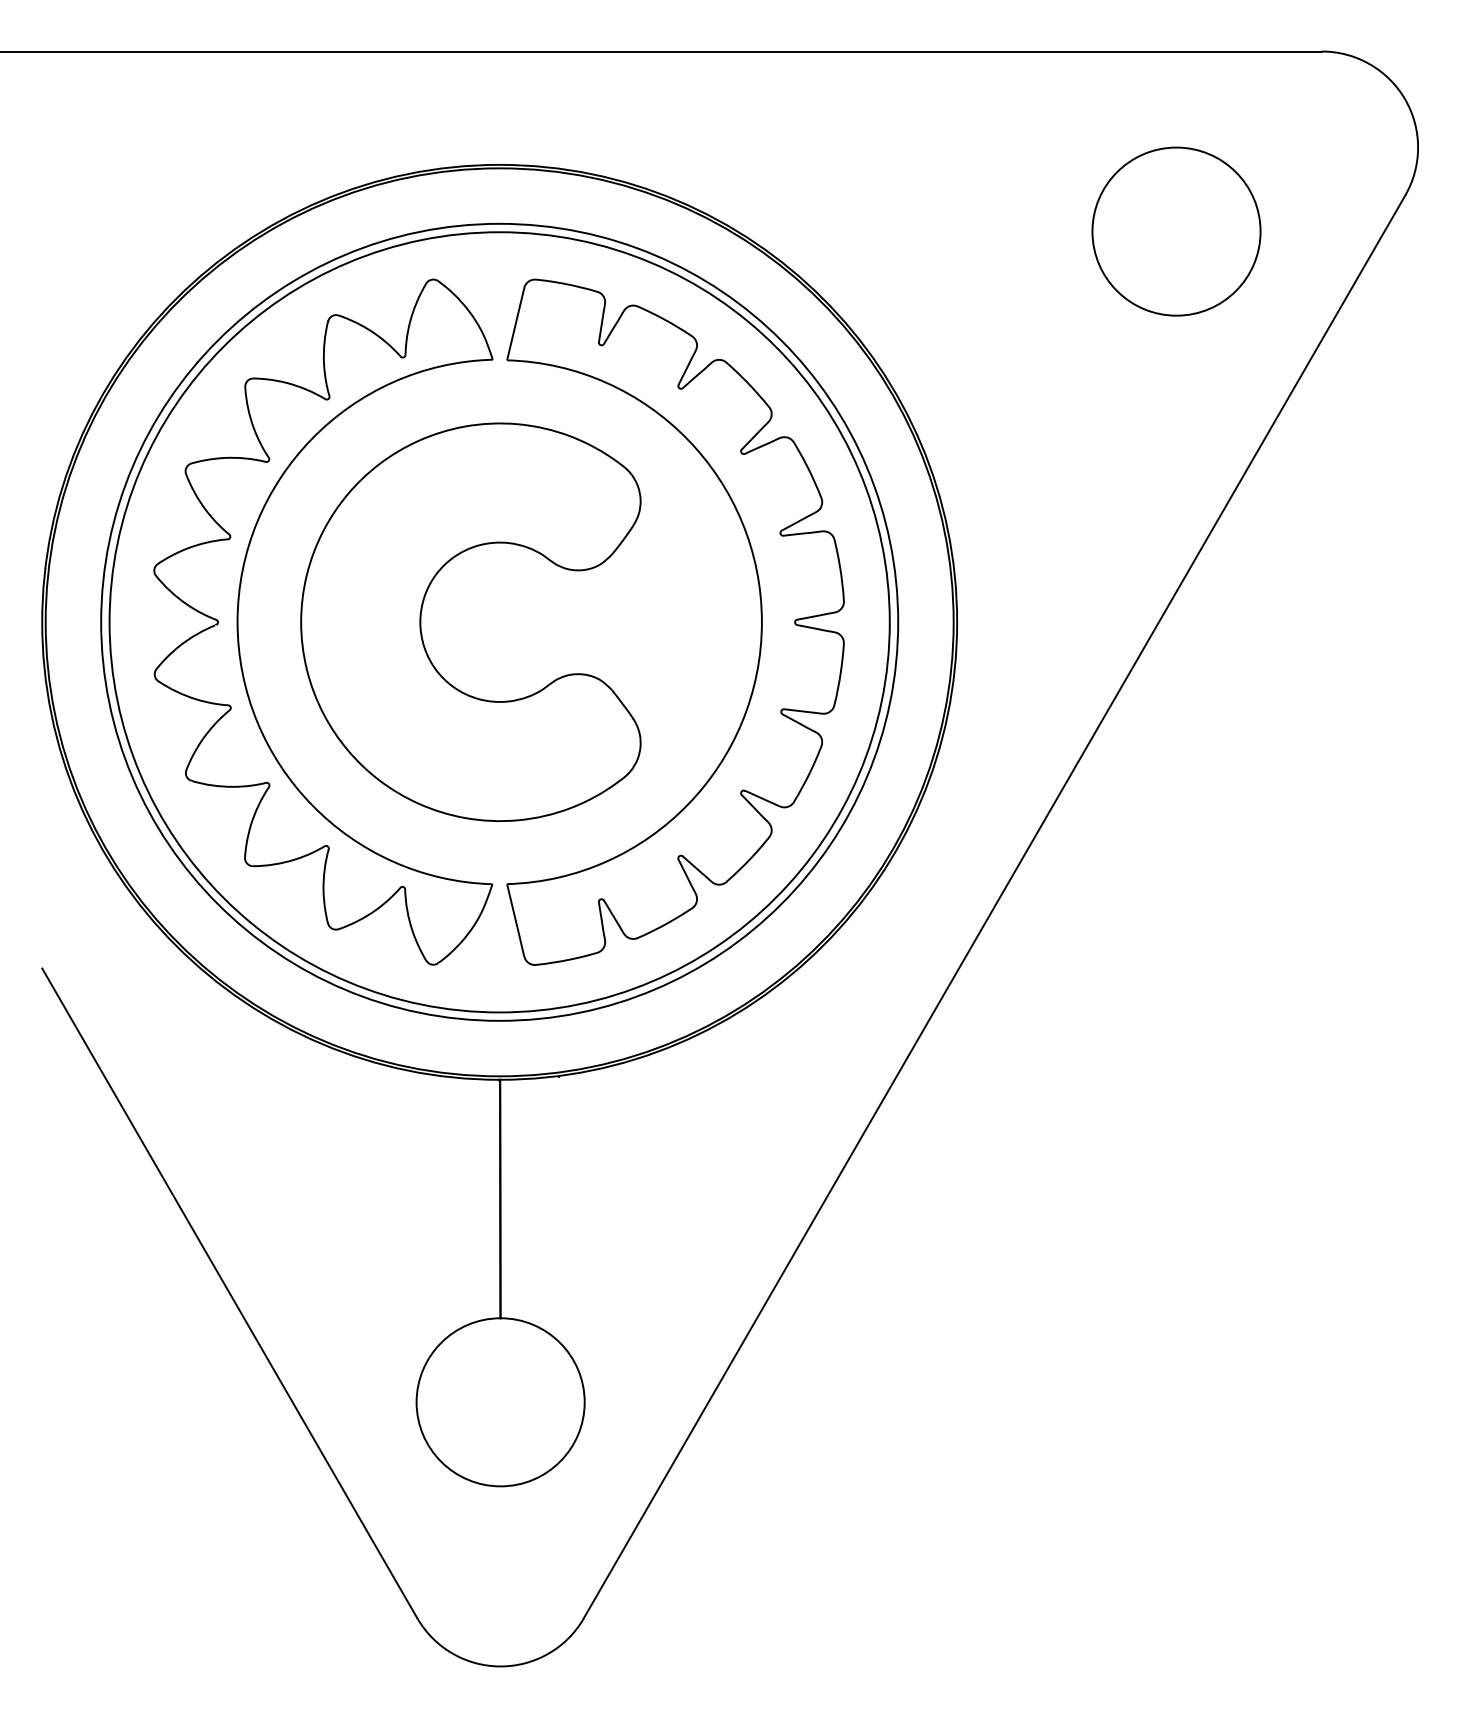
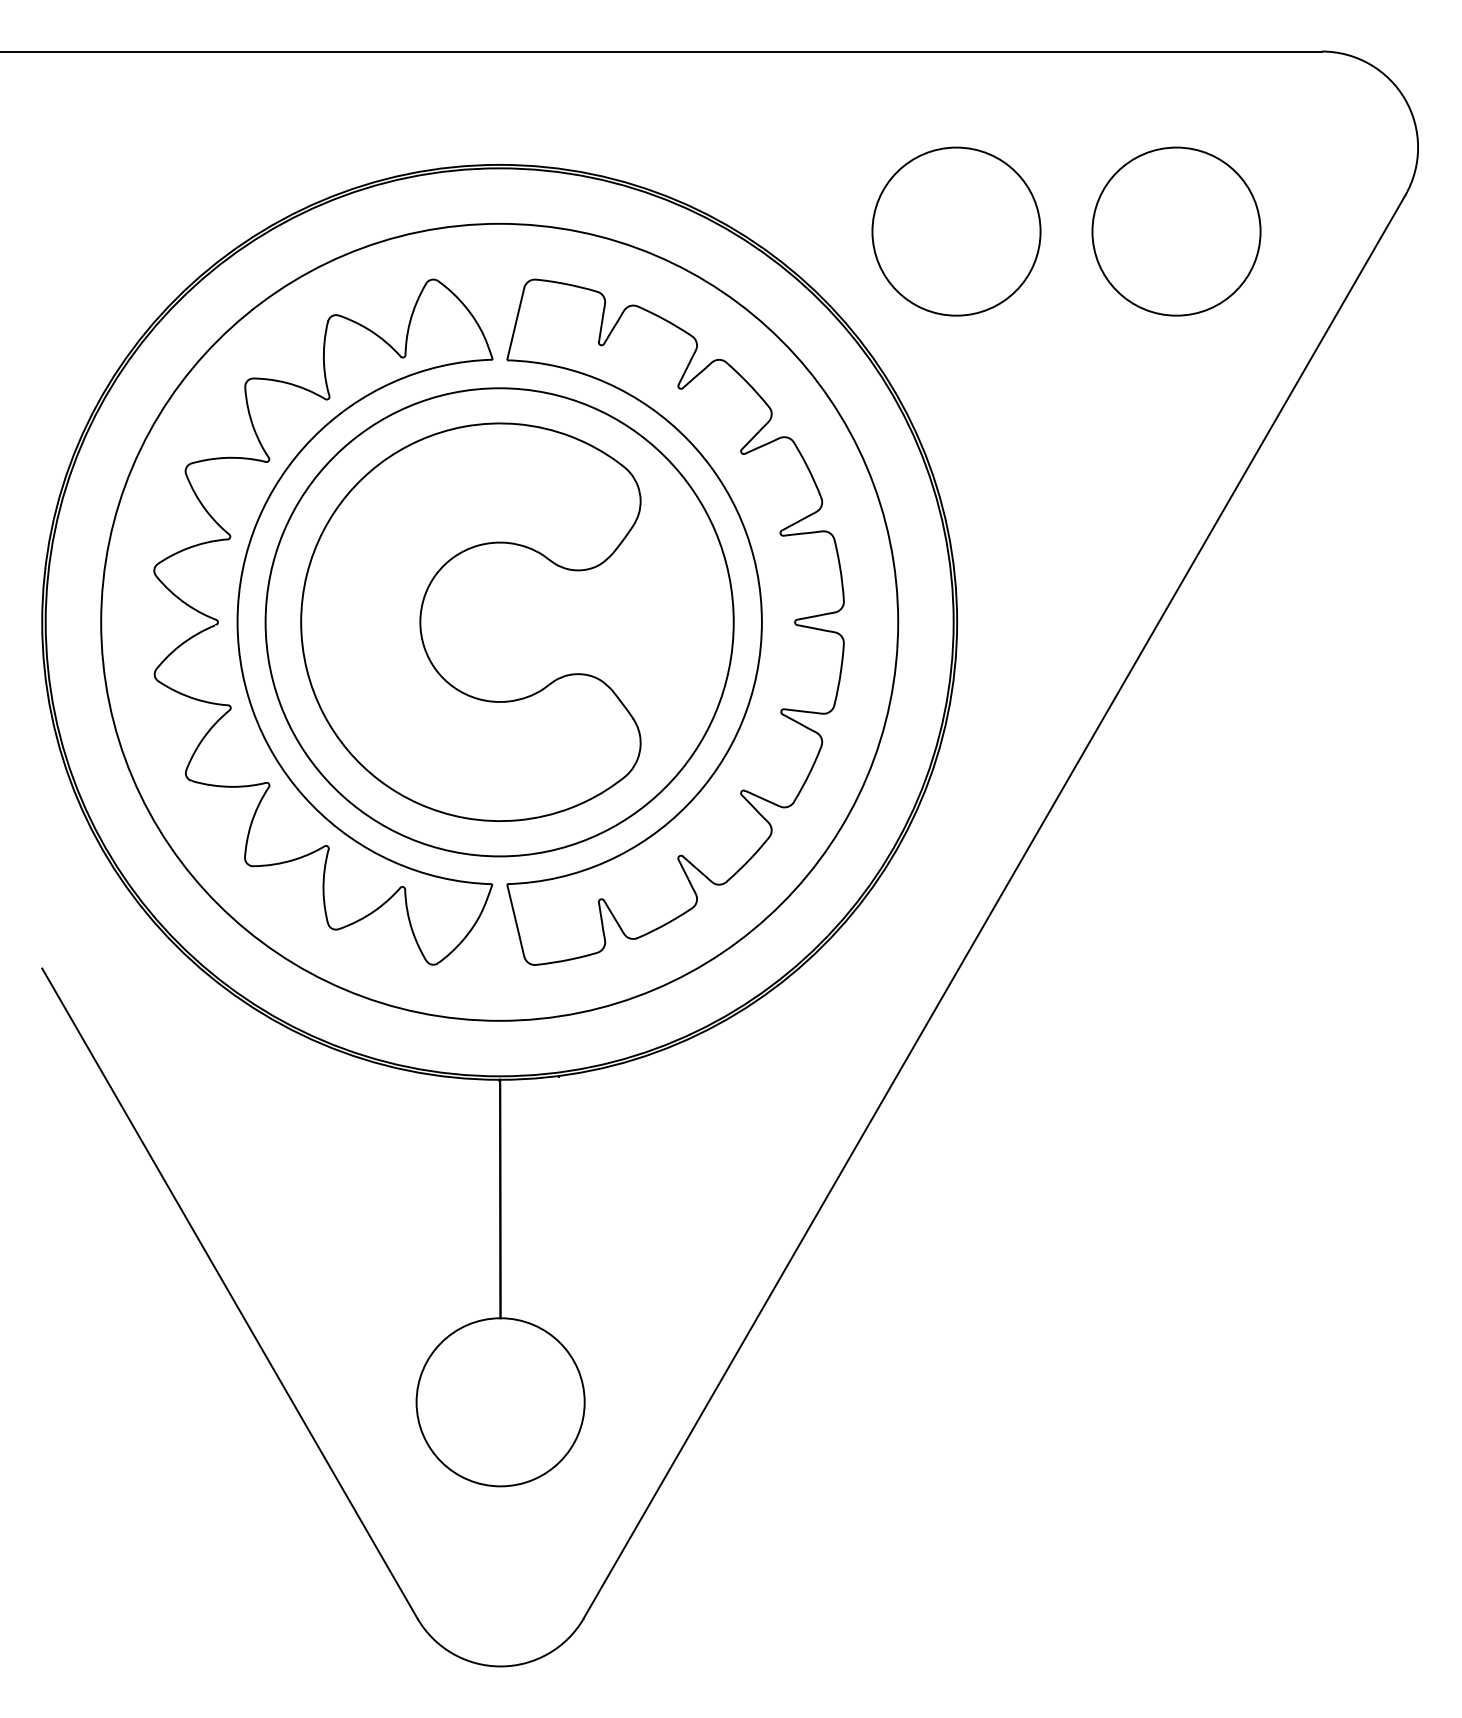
circle at (956, 231): none -> present
circle at (499, 622) diameter: 780 px -> 468 px
